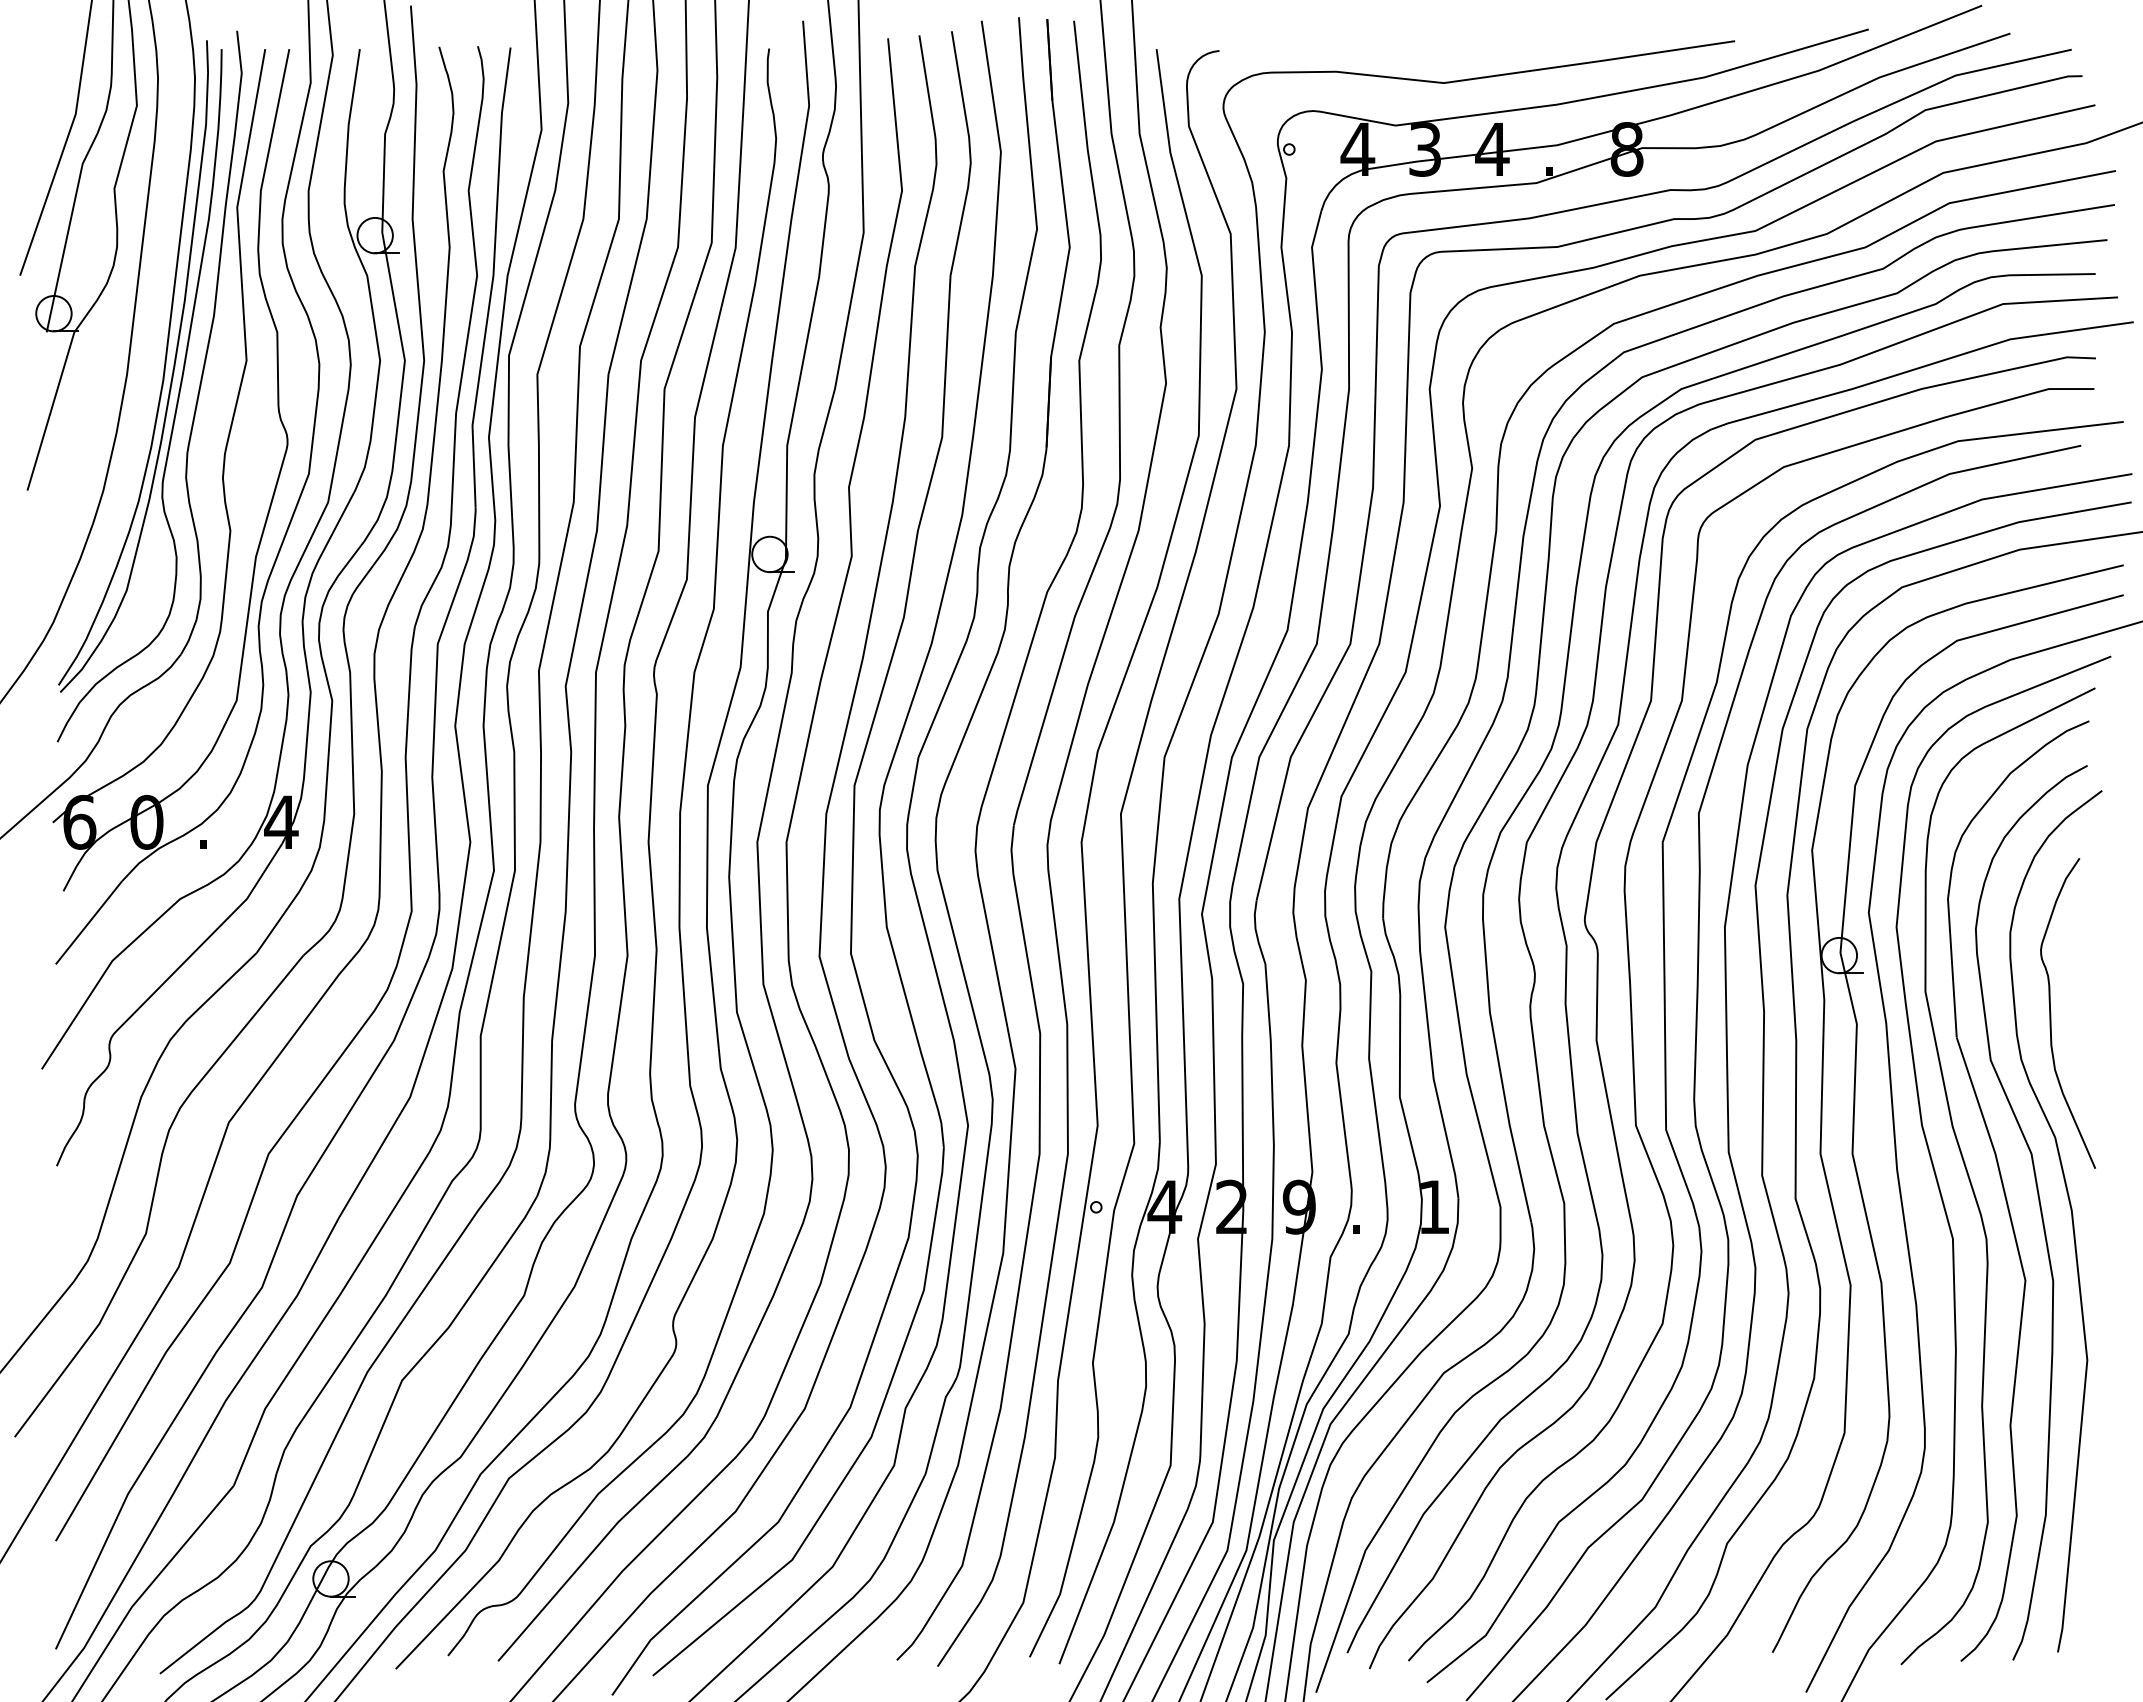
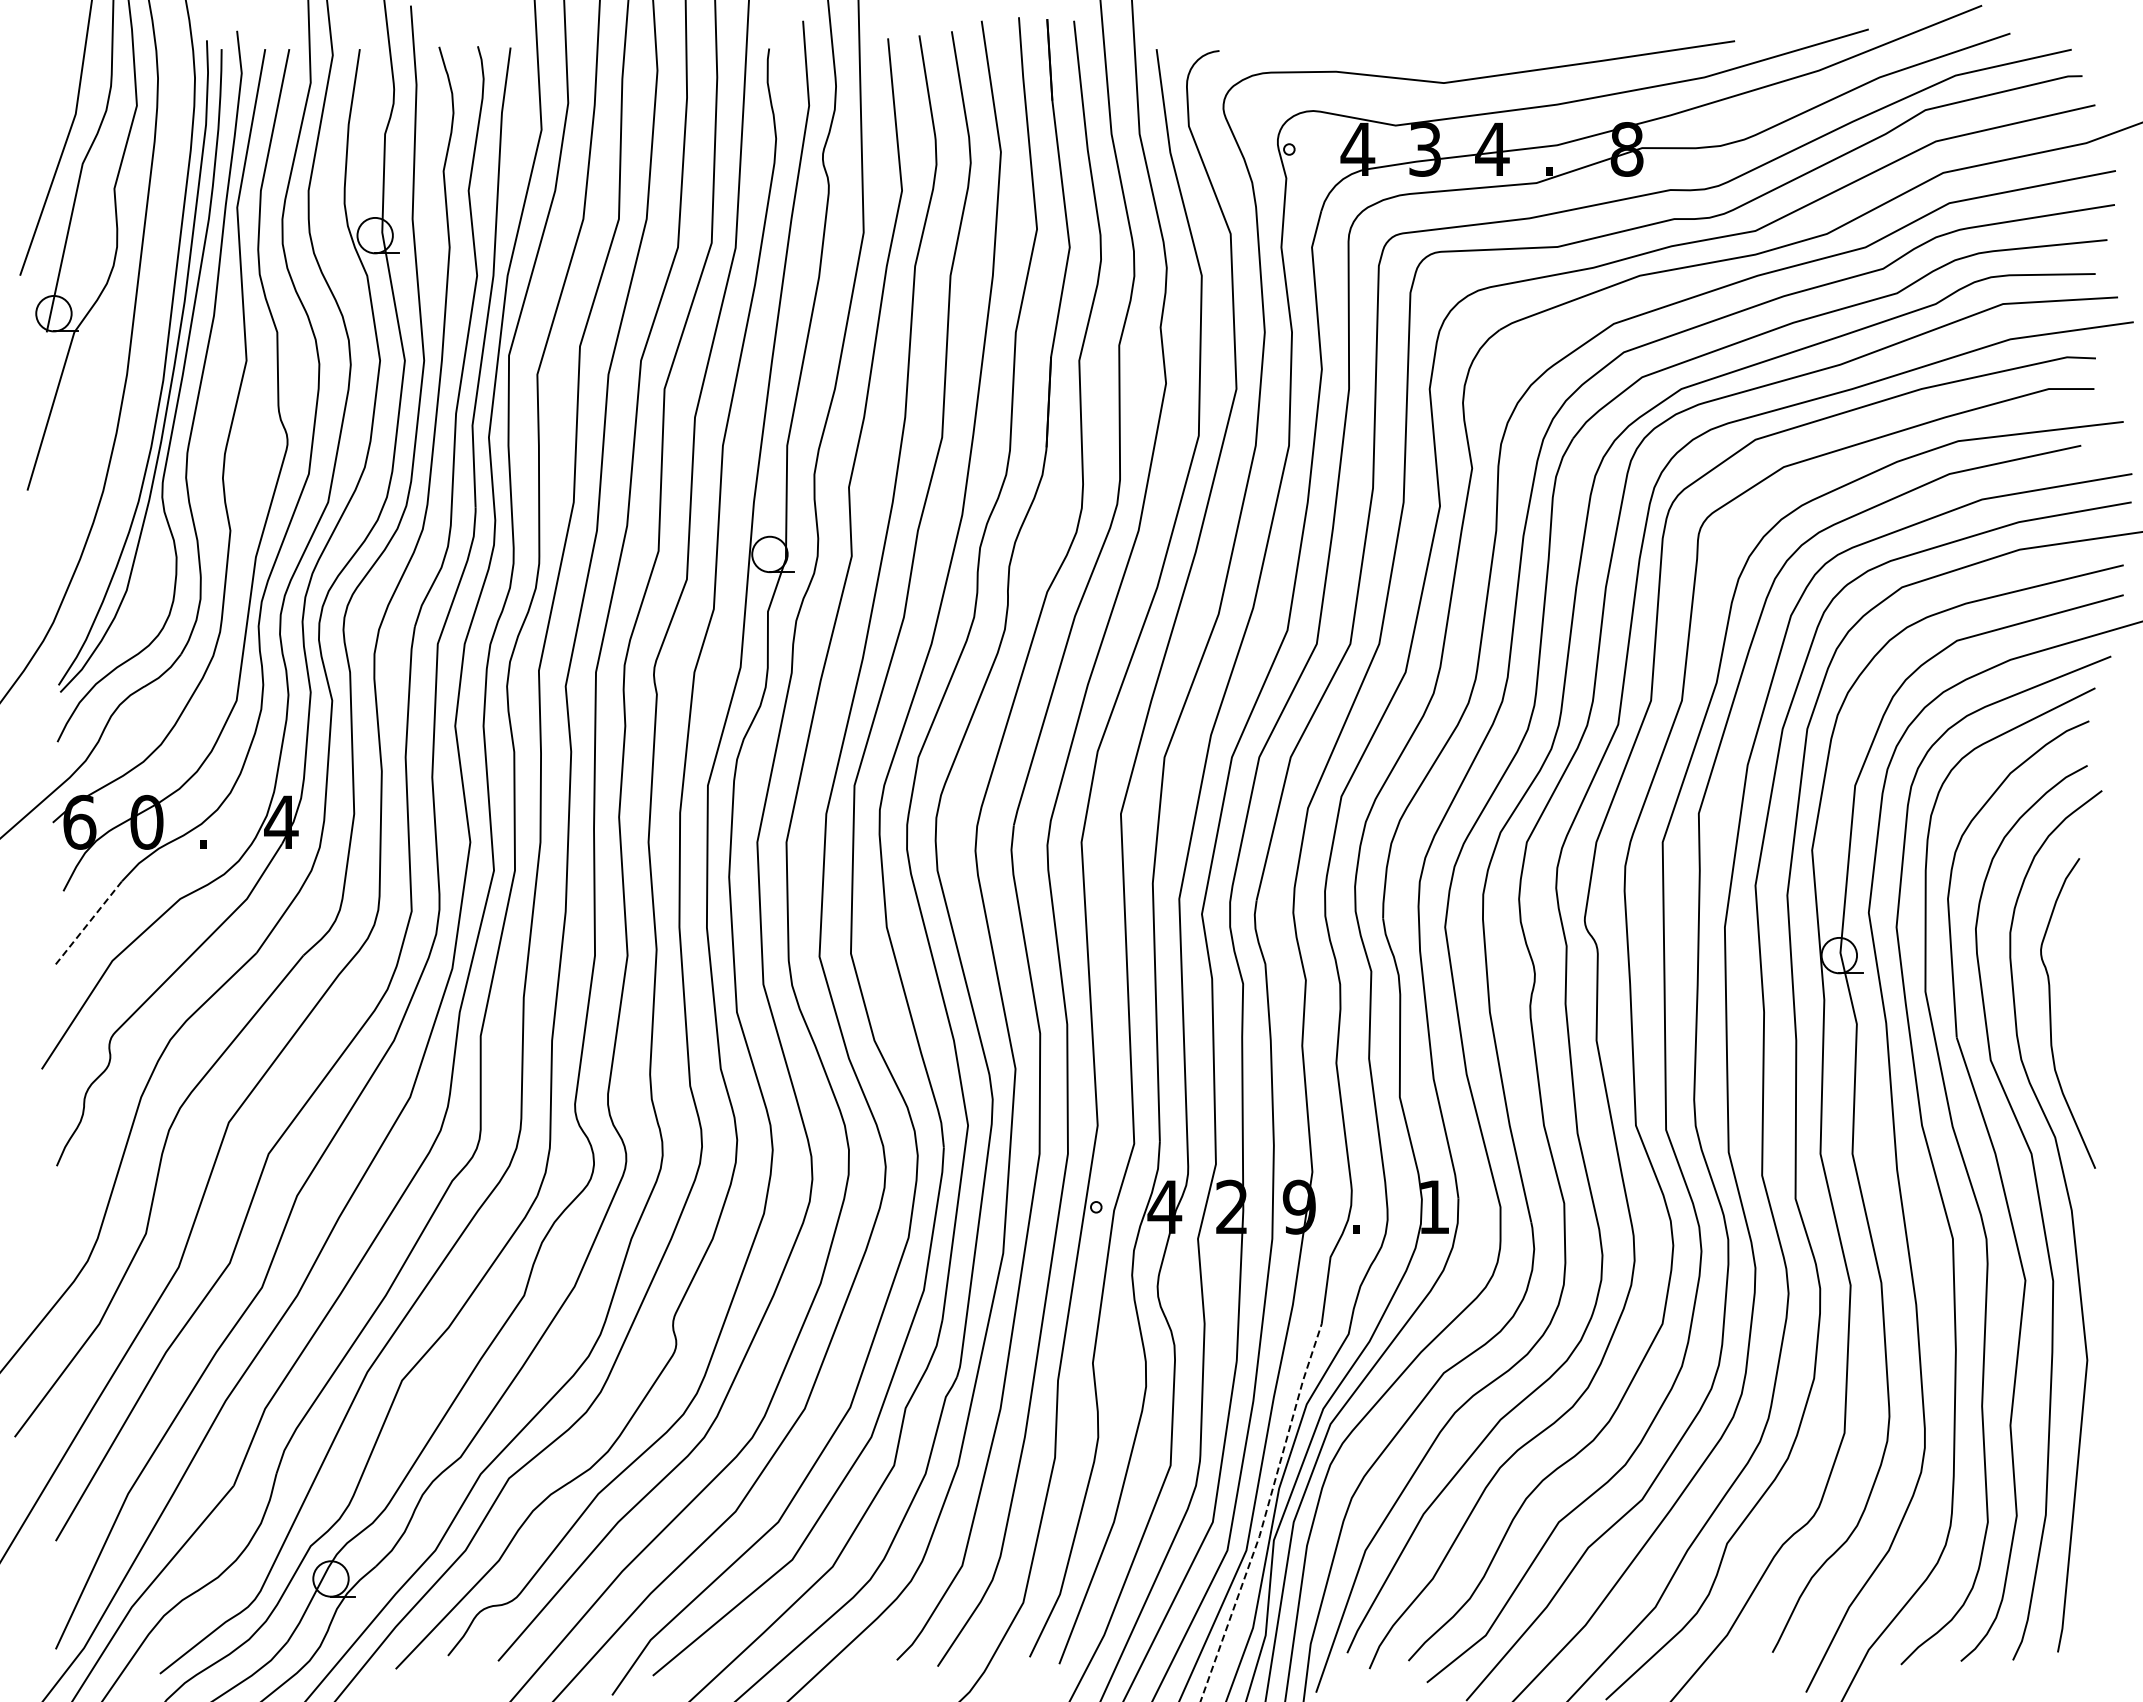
line at (89, 922): solid -> dashed
line at (1265, 1513): solid -> dashed
